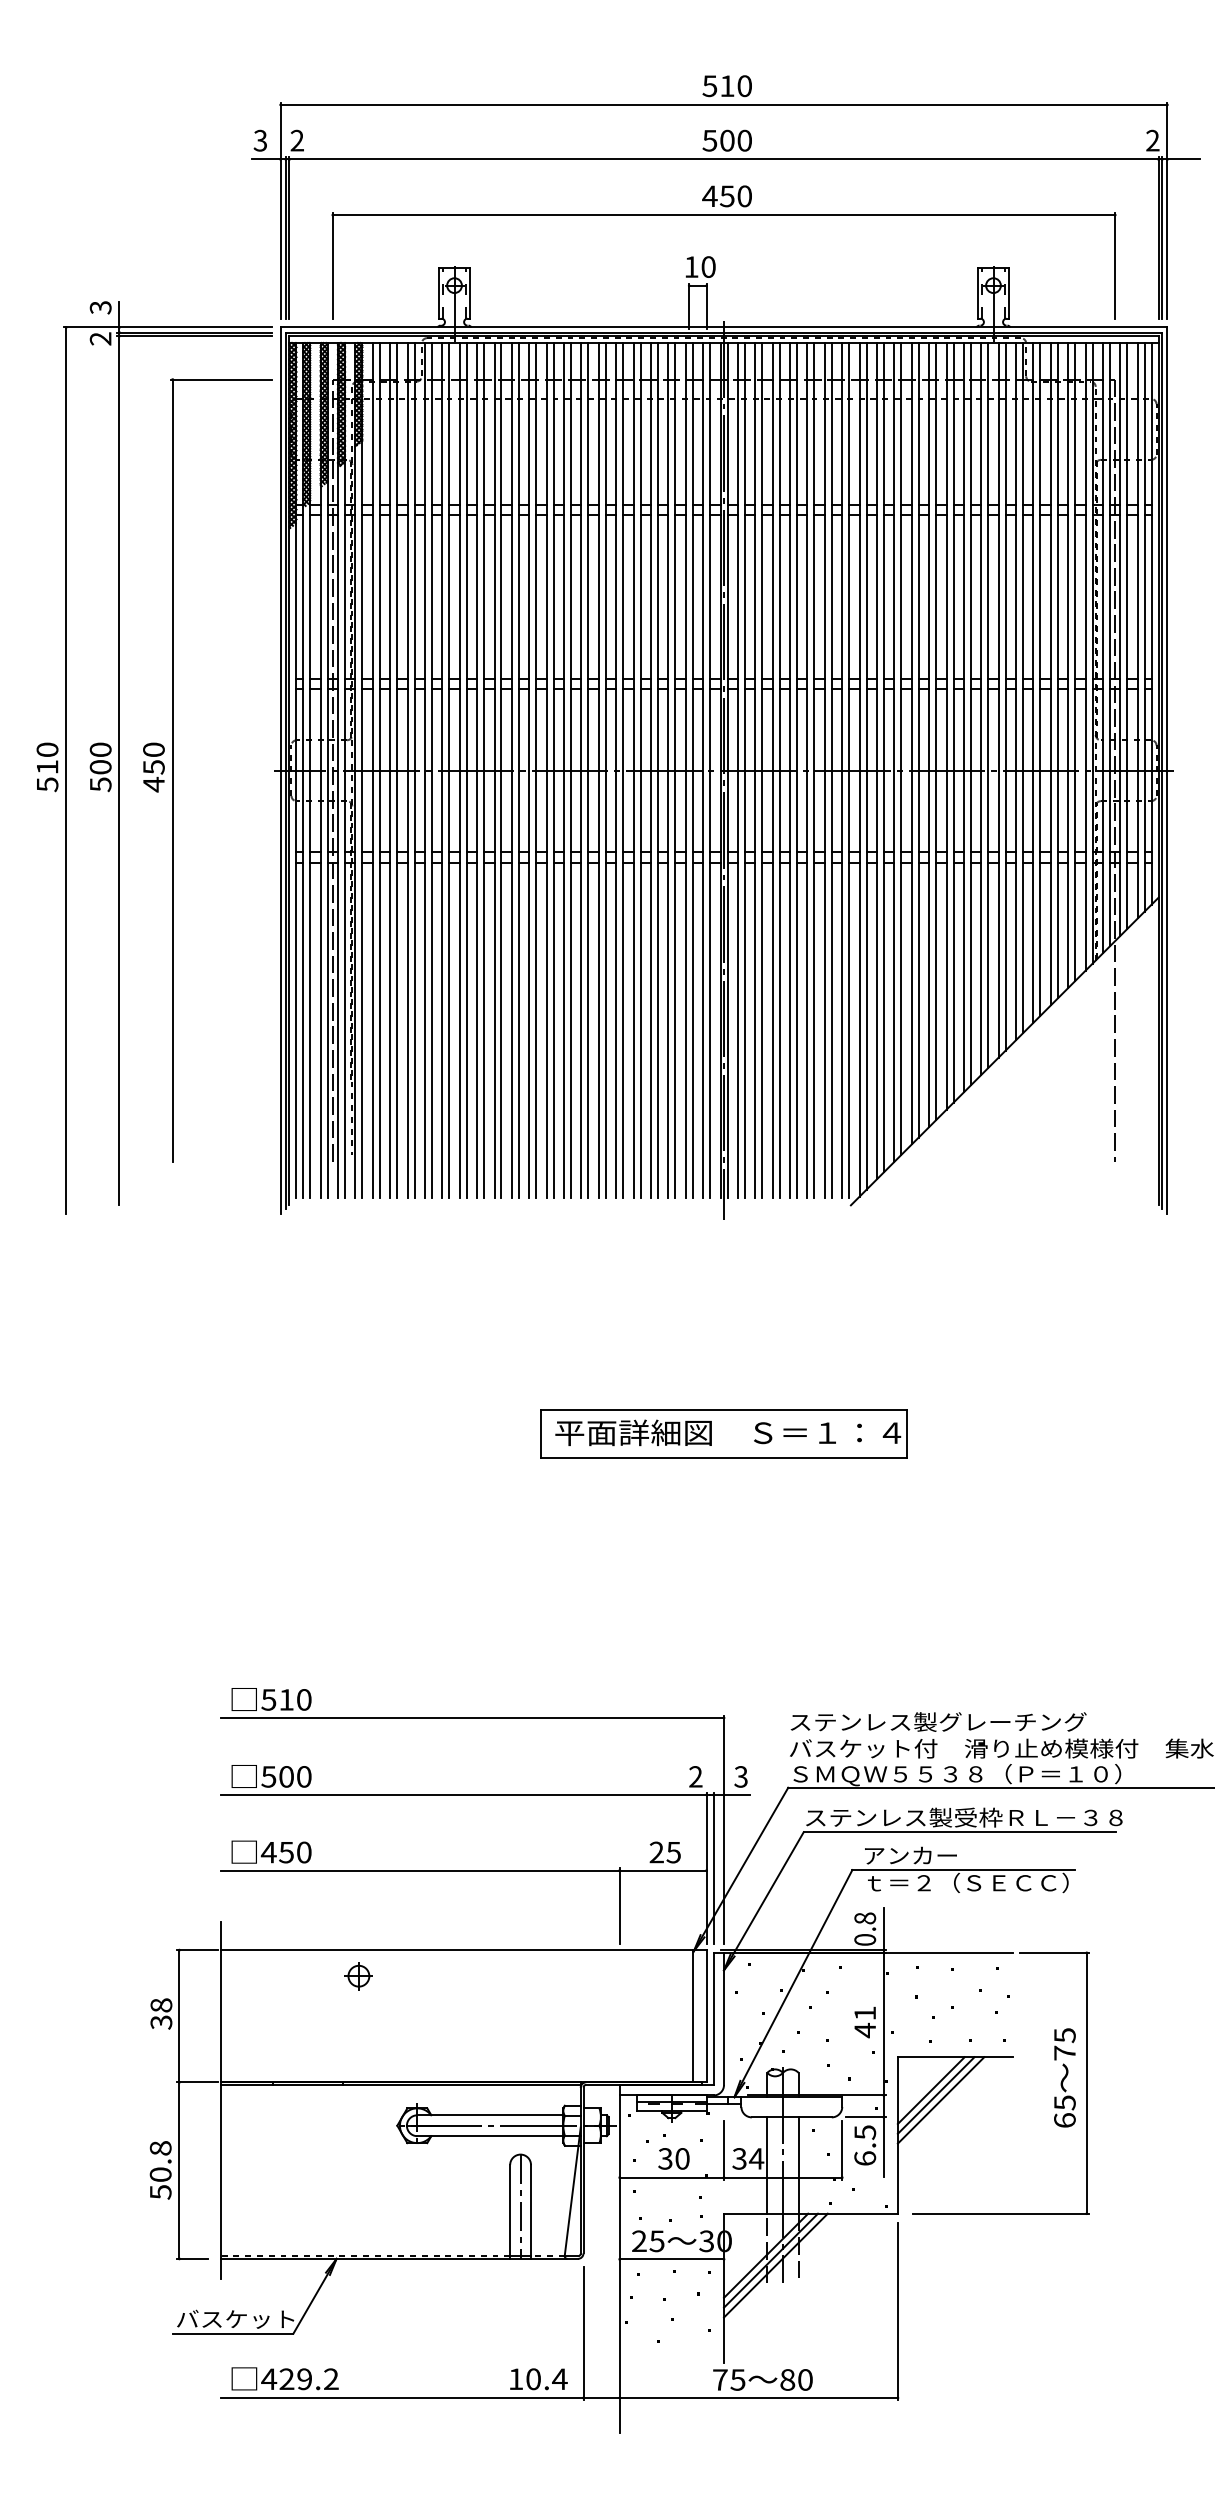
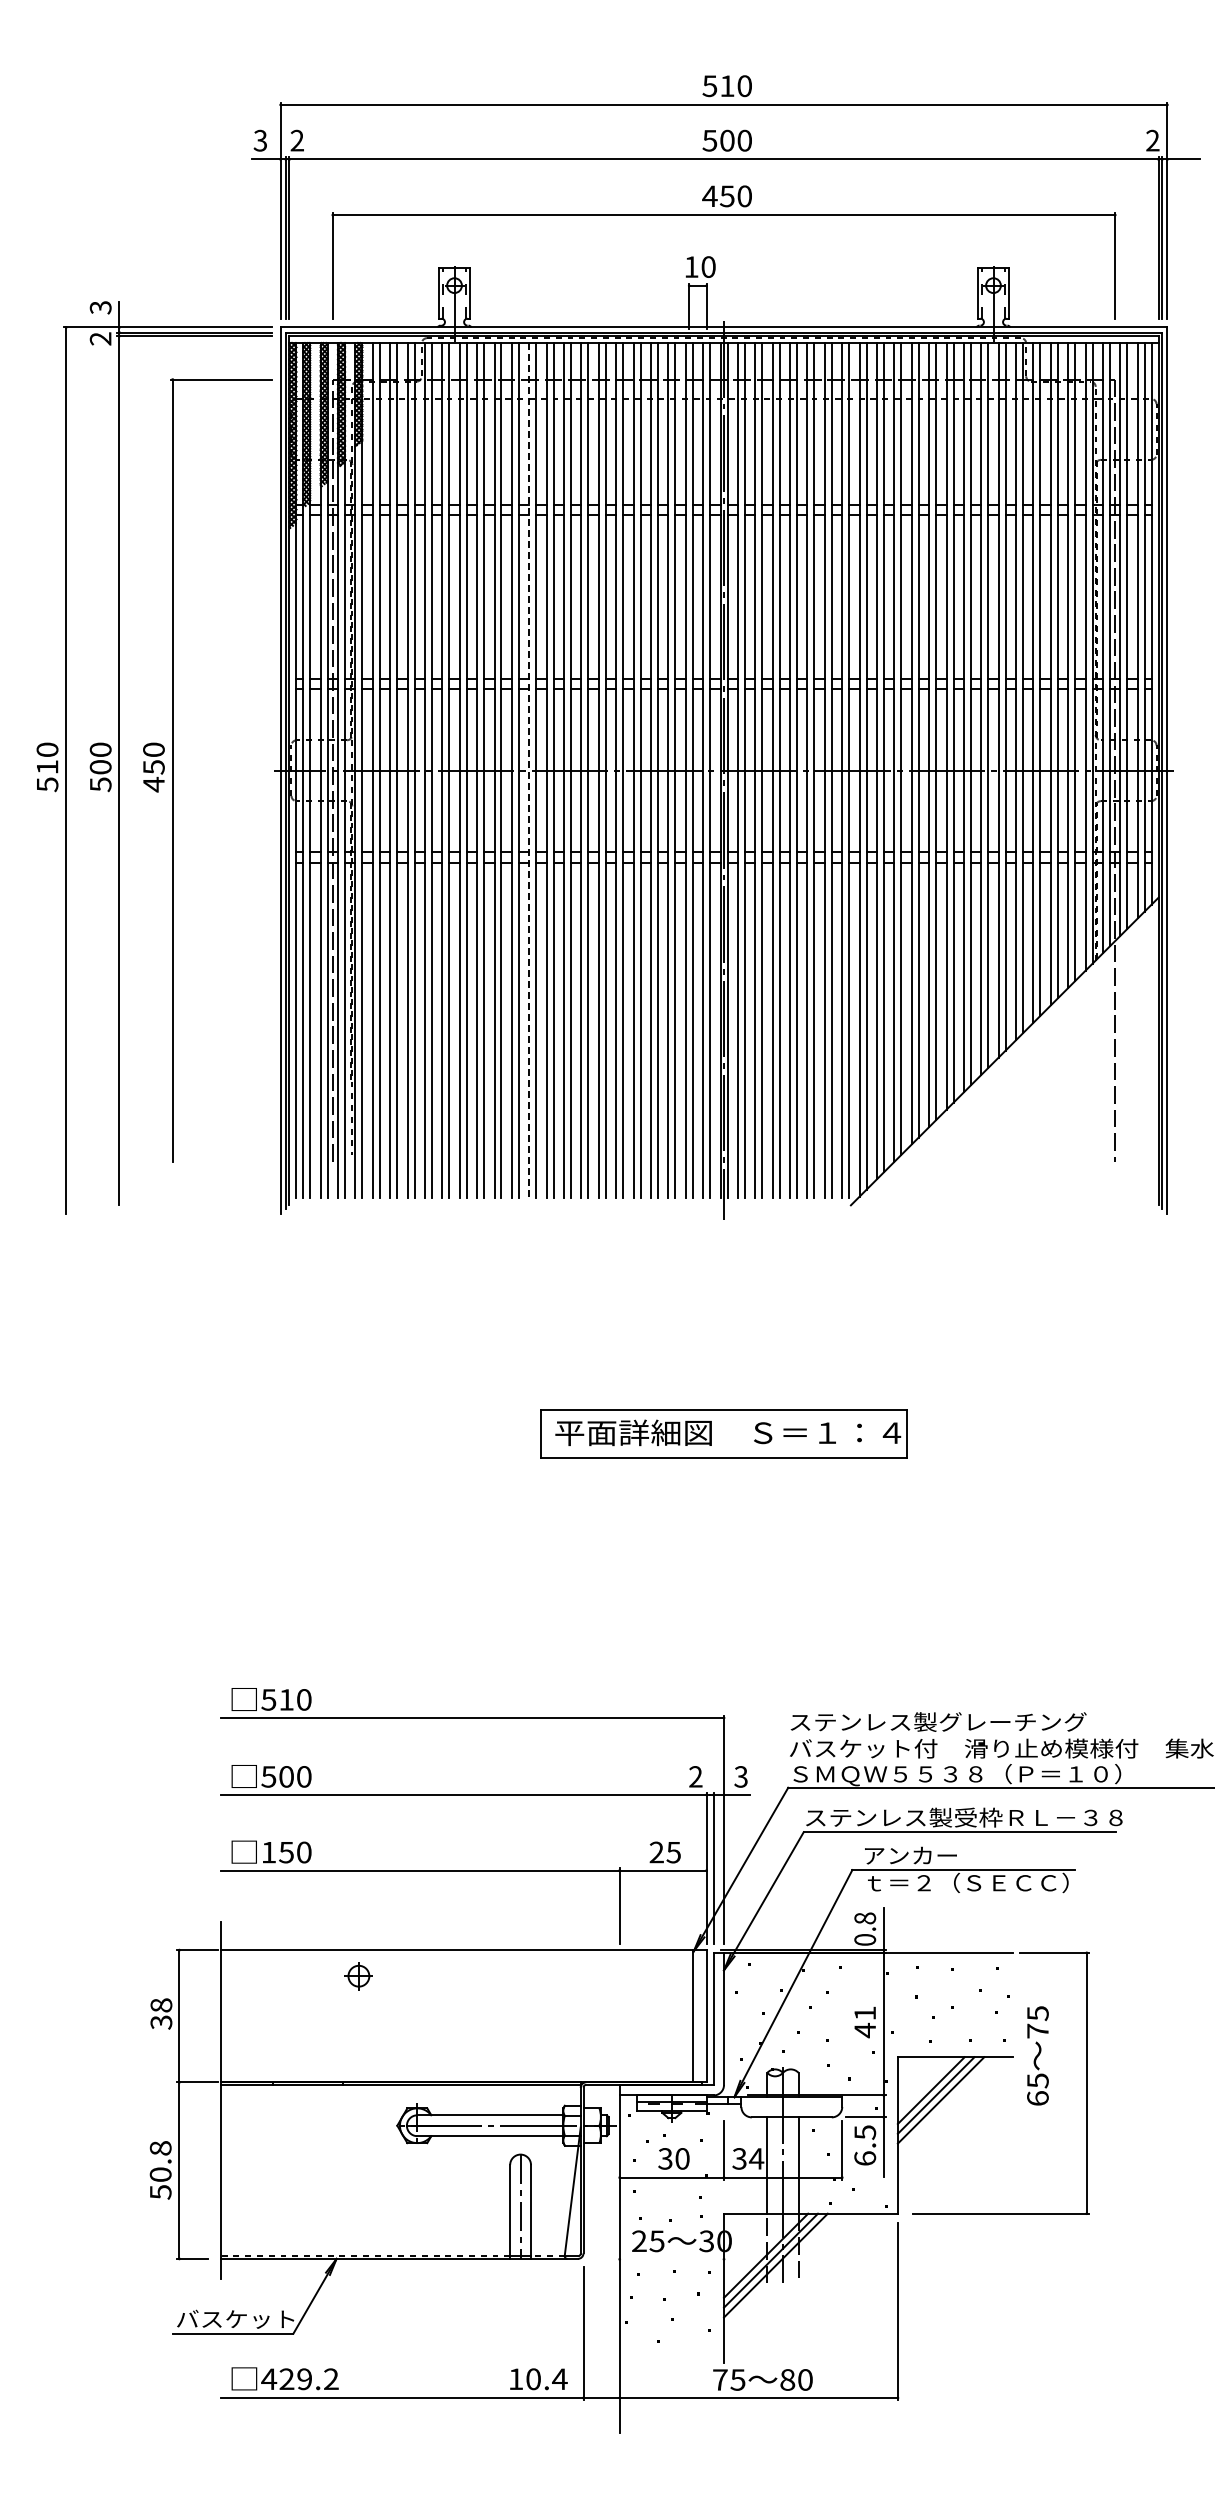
line at (529, 770): solid -> dashed
text at (268, 1852): 450 -> 150
text at (1064, 2077) position: (1064, 2077) -> (1037, 2055)
line at (671, 2259): present -> none
